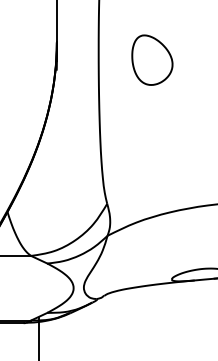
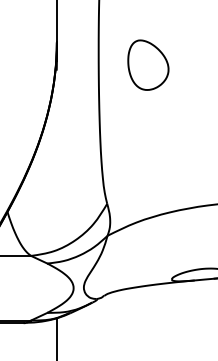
part at (152, 59) position: (152, 59) -> (148, 64)
line at (38, 337) position: (38, 337) -> (56, 337)
